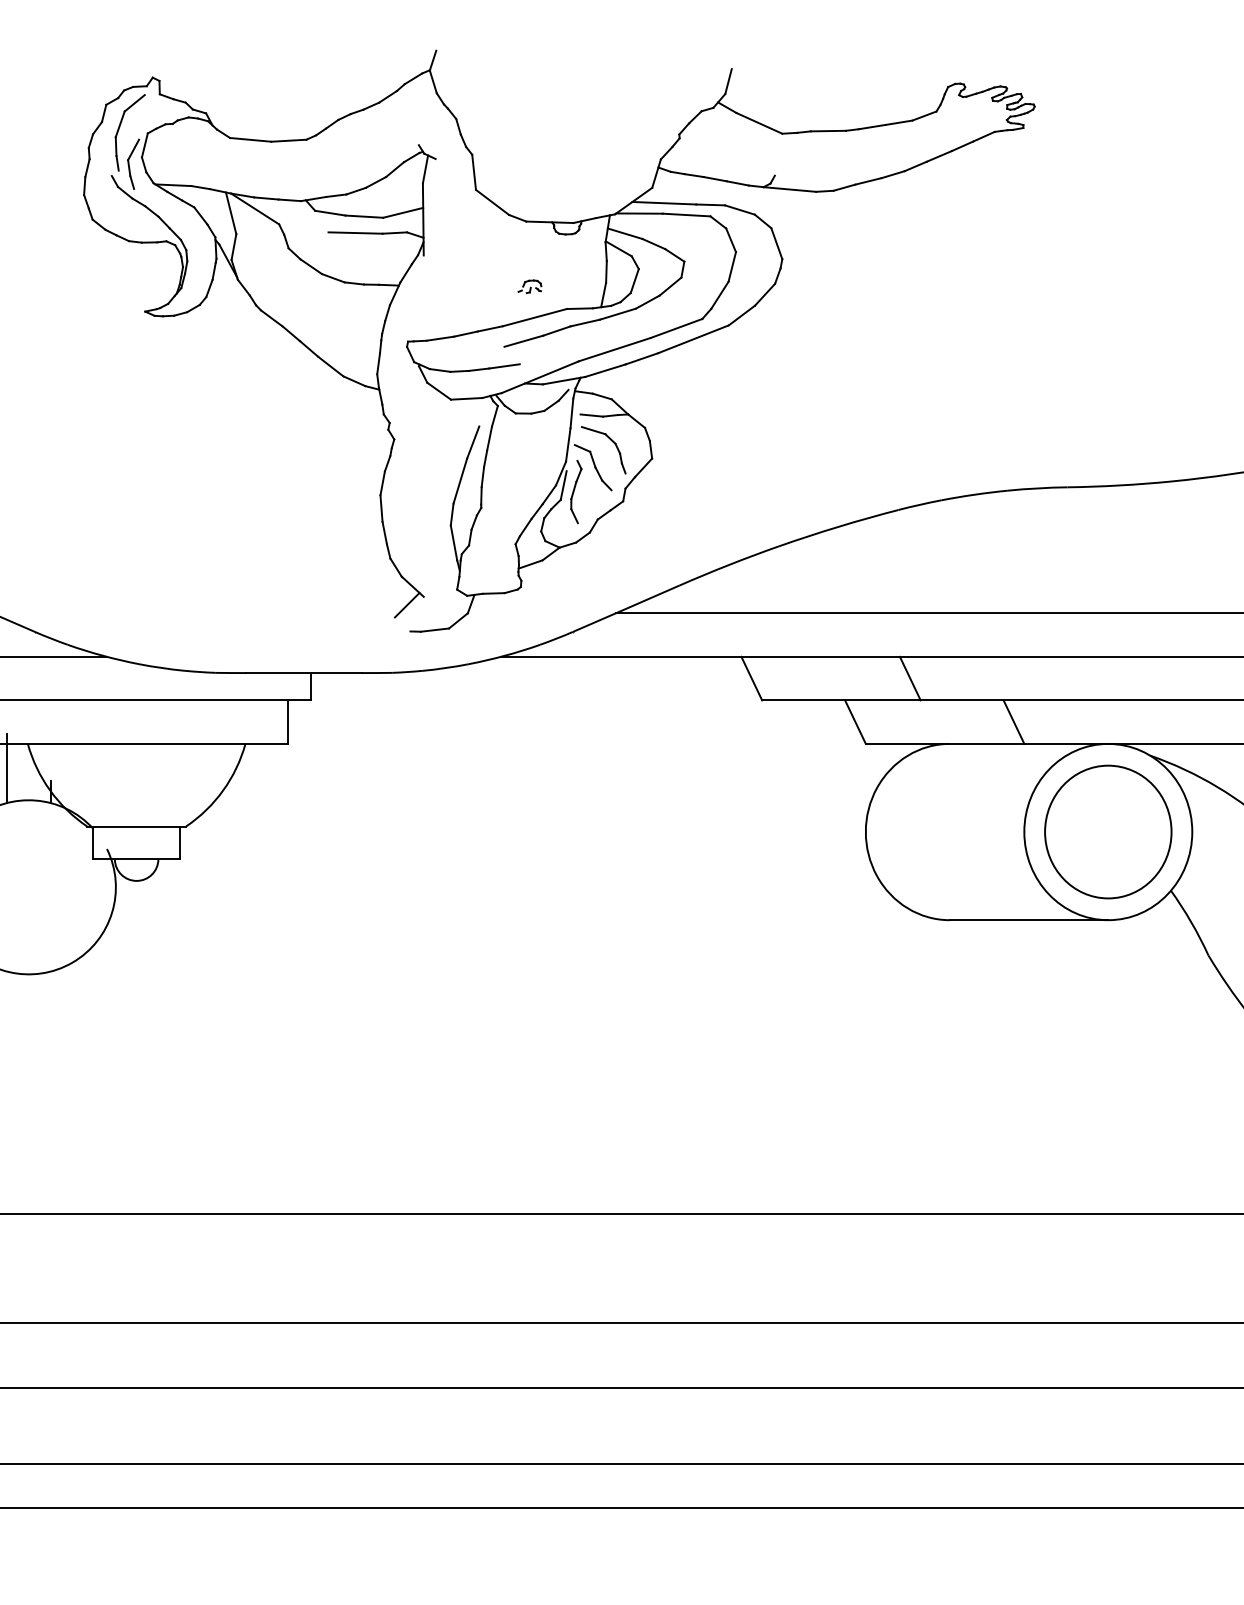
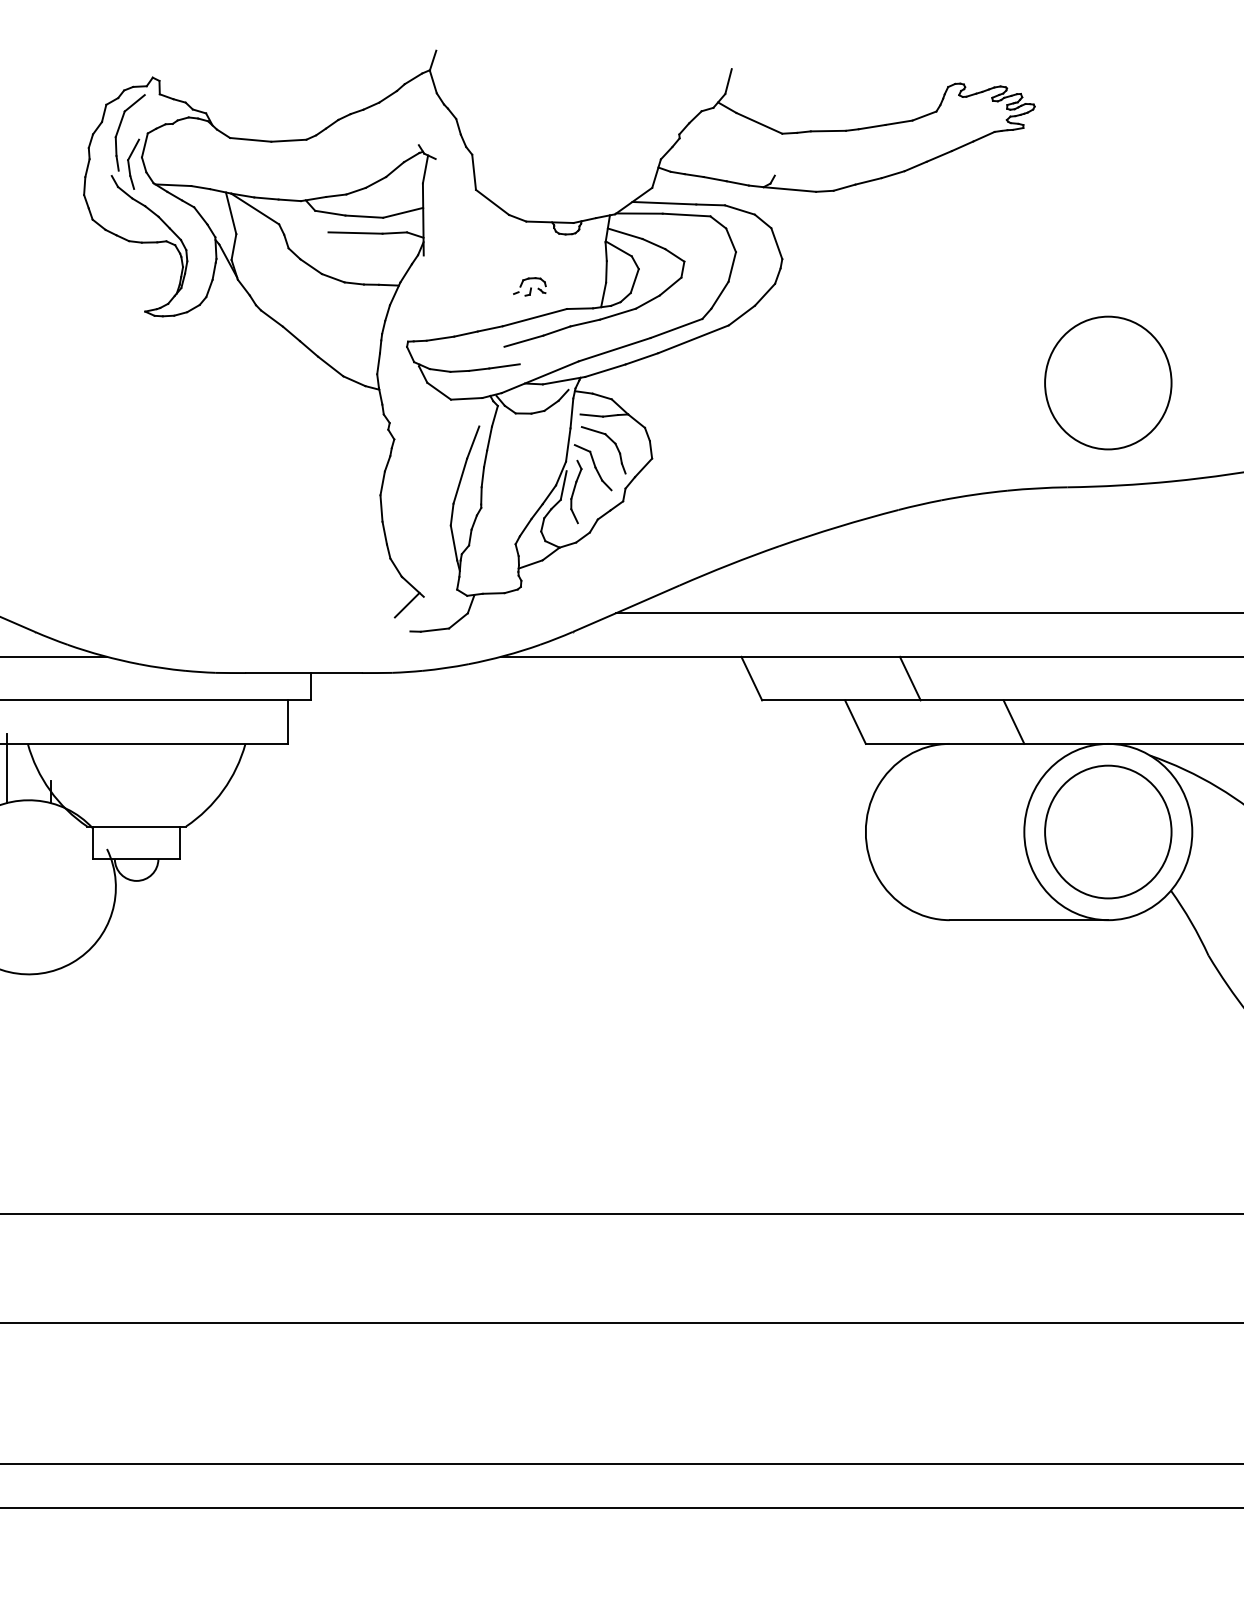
part at (529, 286) size: 26x15 px -> 34x20 px
part at (1108, 382): none -> present
line at (621, 1387): present -> none
